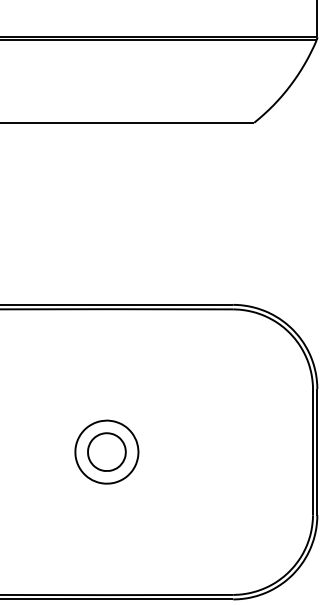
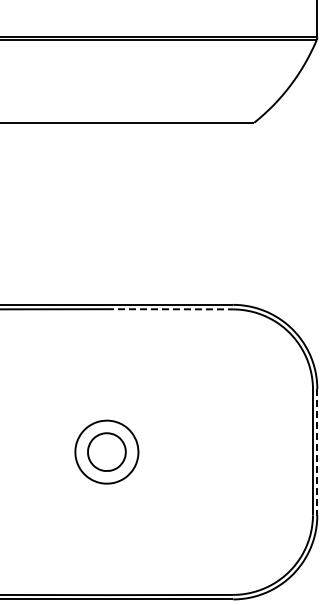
line at (170, 309): solid -> dashed
line at (317, 452): solid -> dashed
